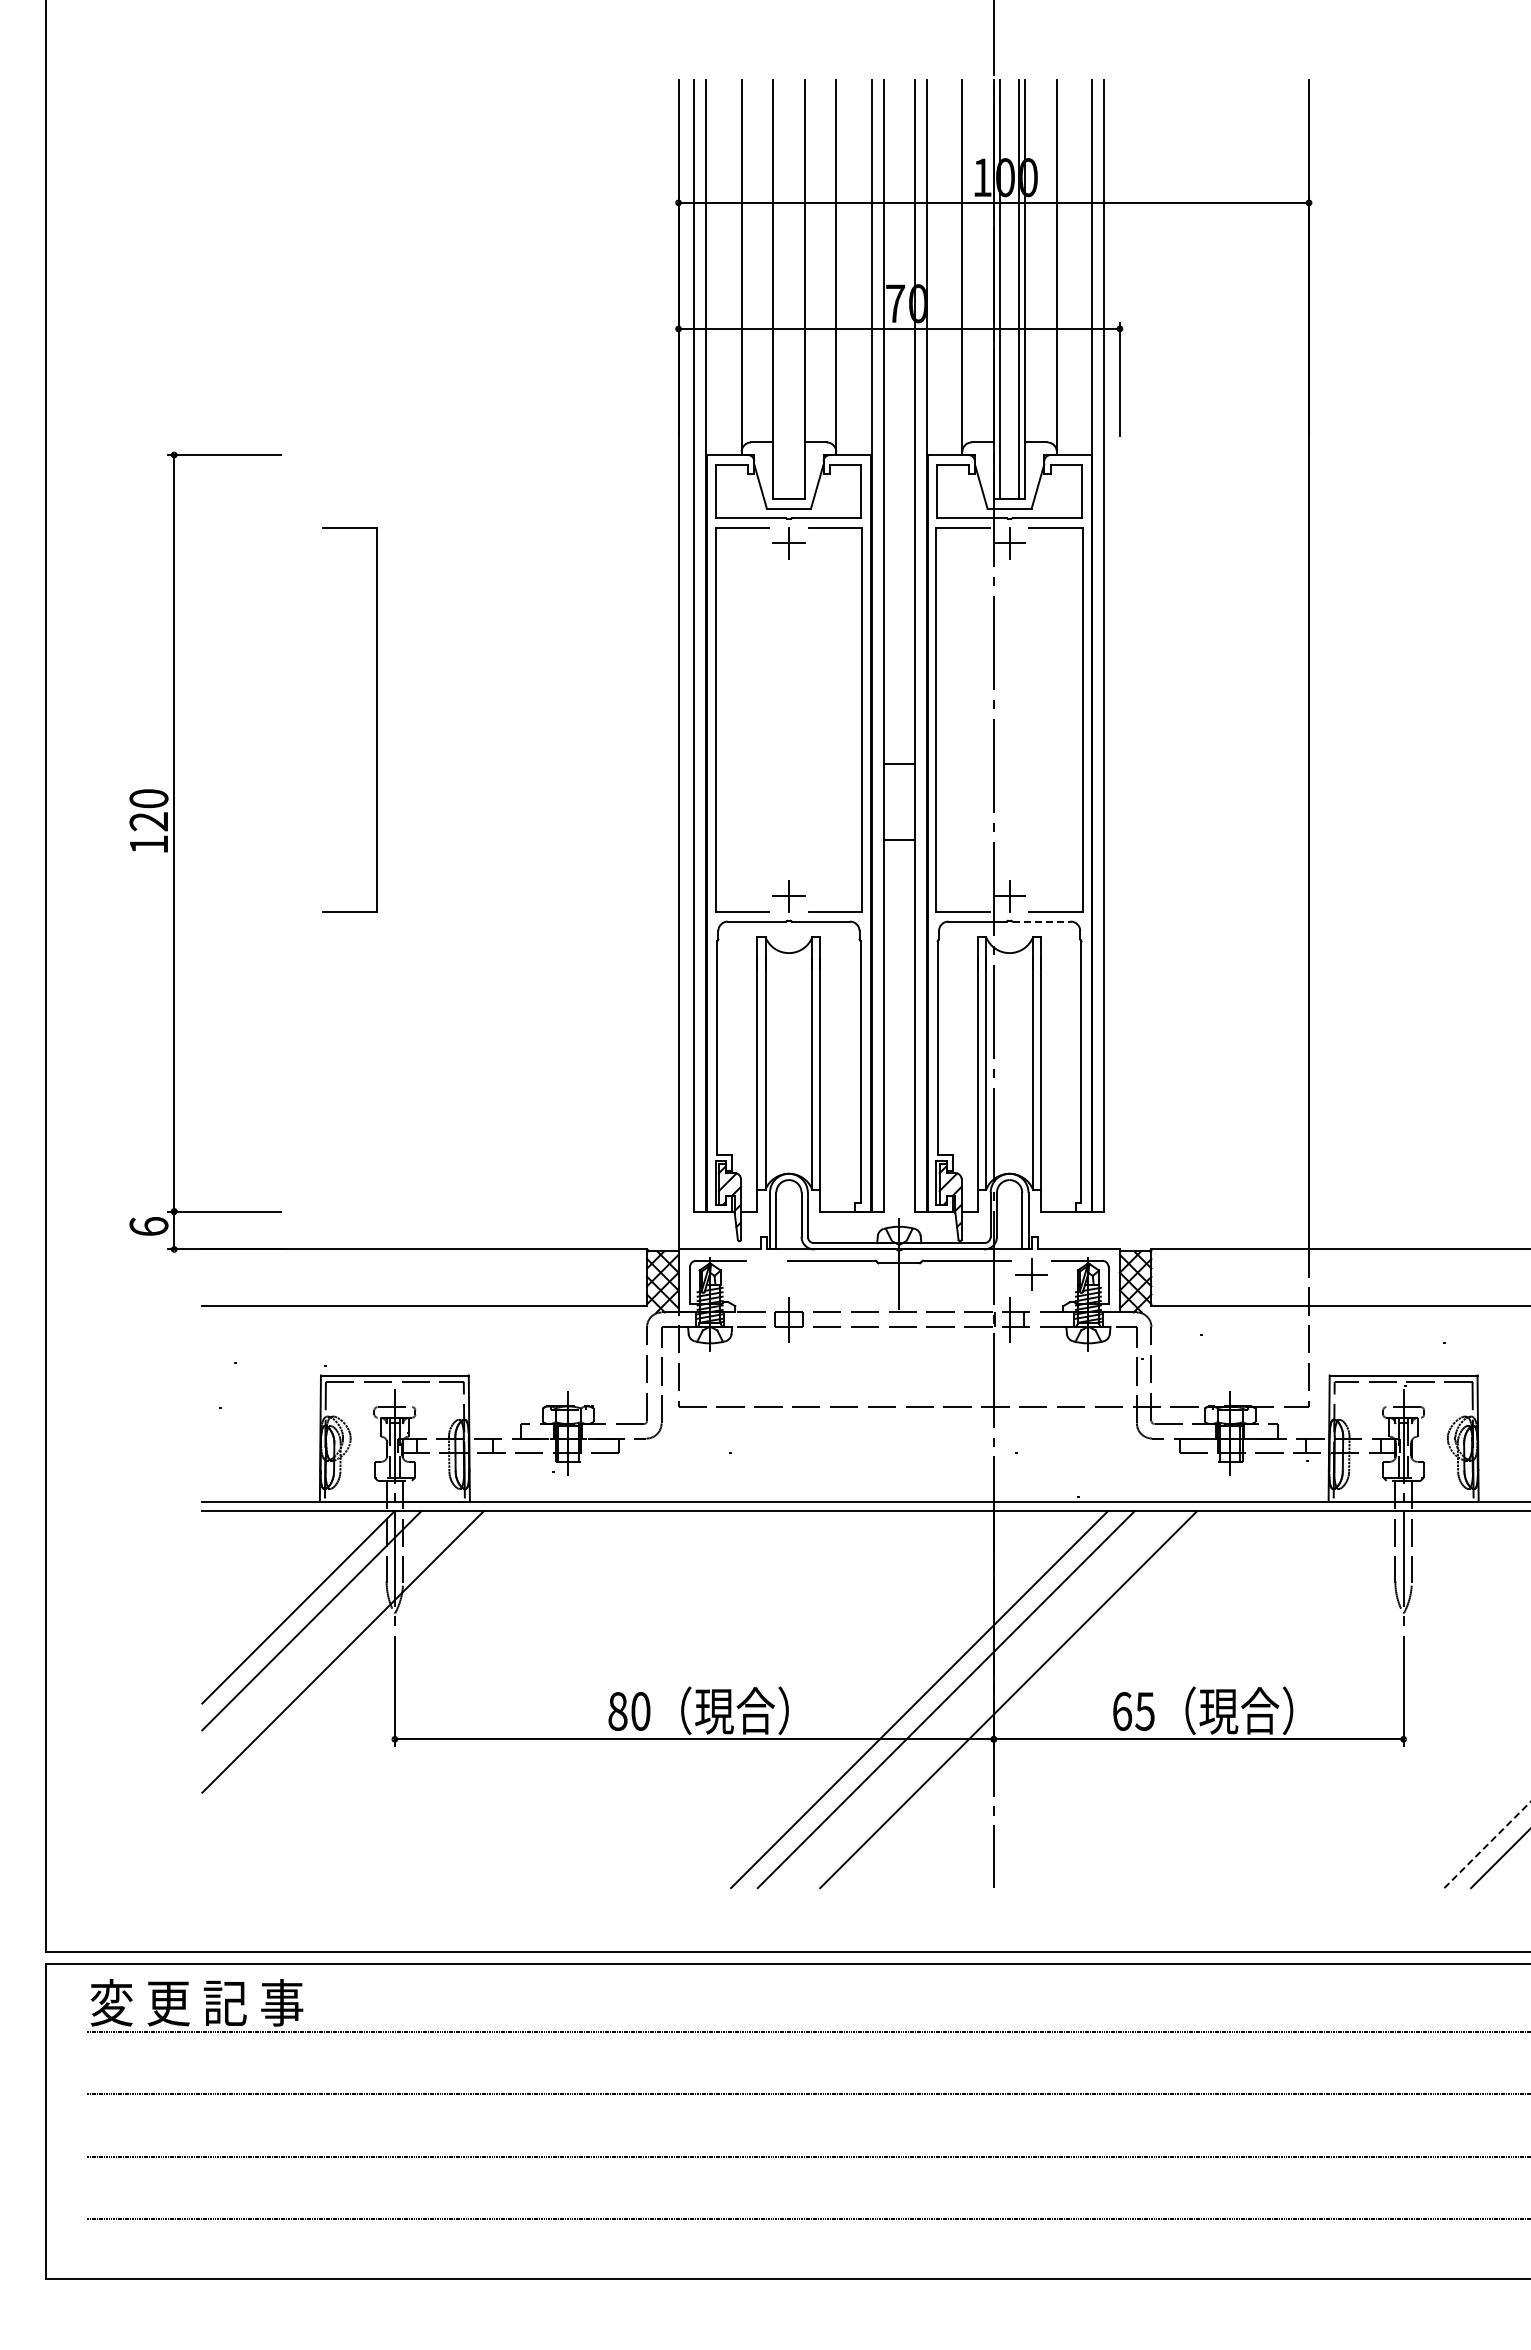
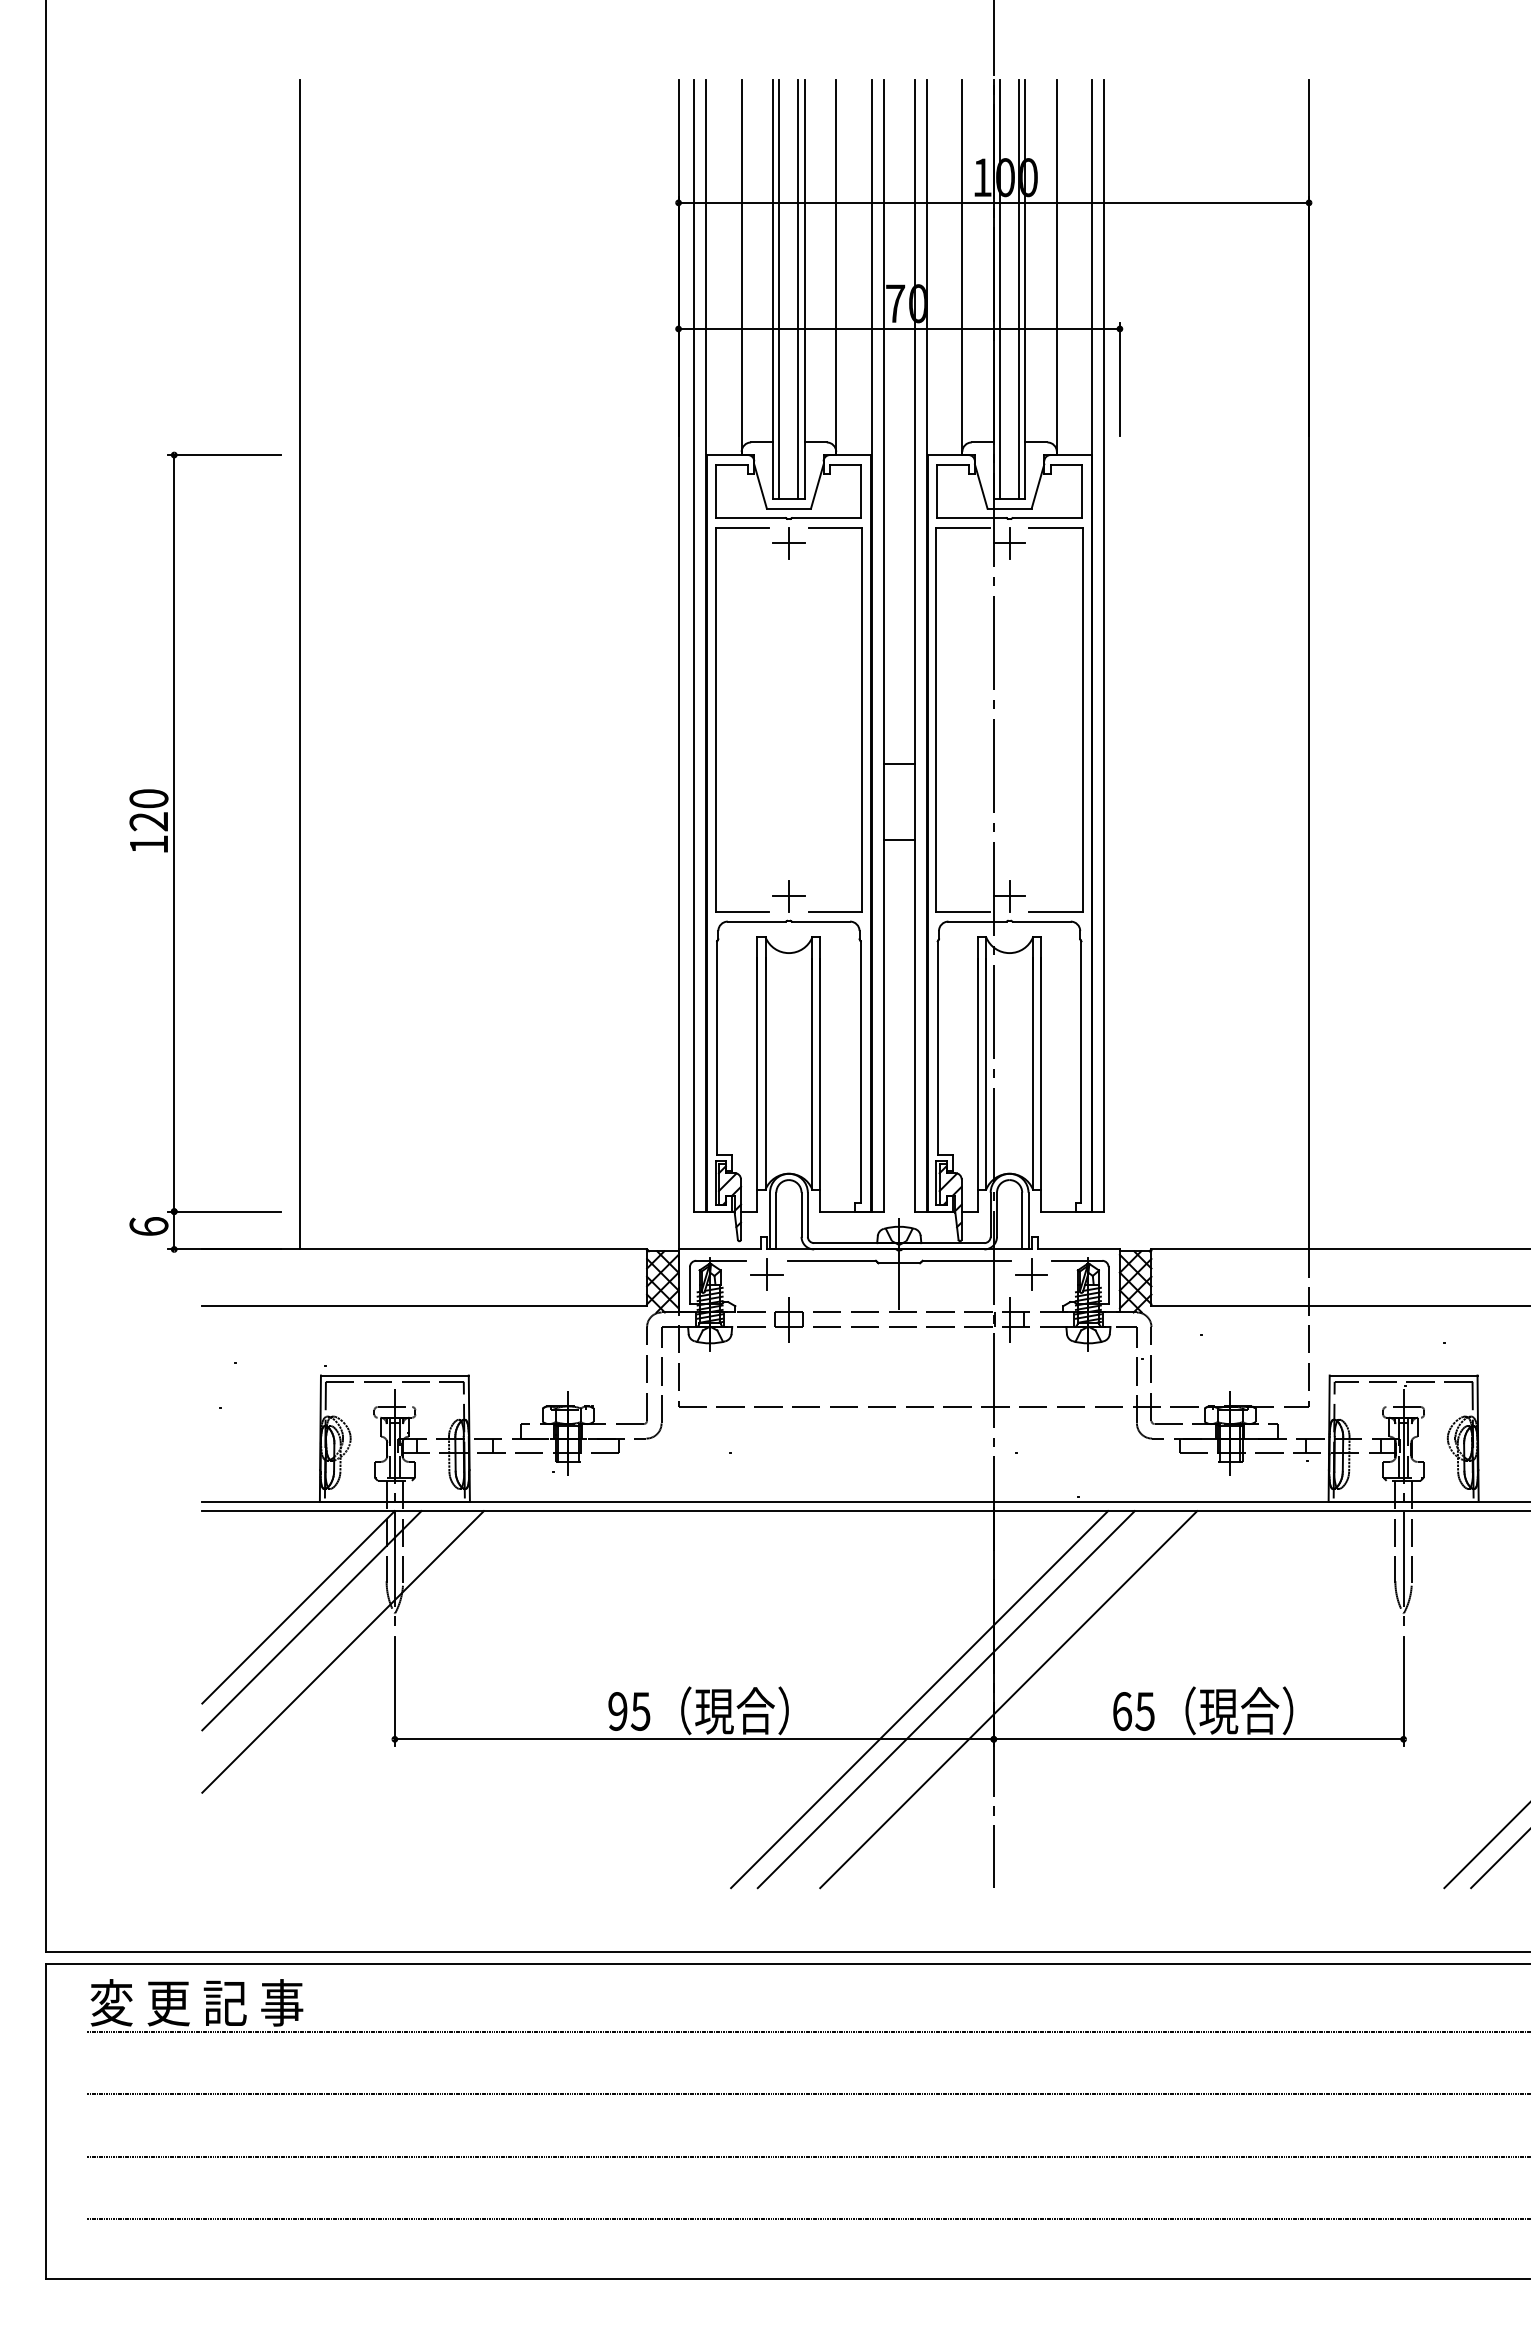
line at (779, 289): none -> present
line at (798, 289): none -> present
line at (300, 664): none -> present
part at (376, 719): present -> none
line at (1042, 921): dashed -> solid
part at (766, 1274): none -> present
text at (629, 1711): 80 -> 95
line at (1487, 1845): dashed -> solid
